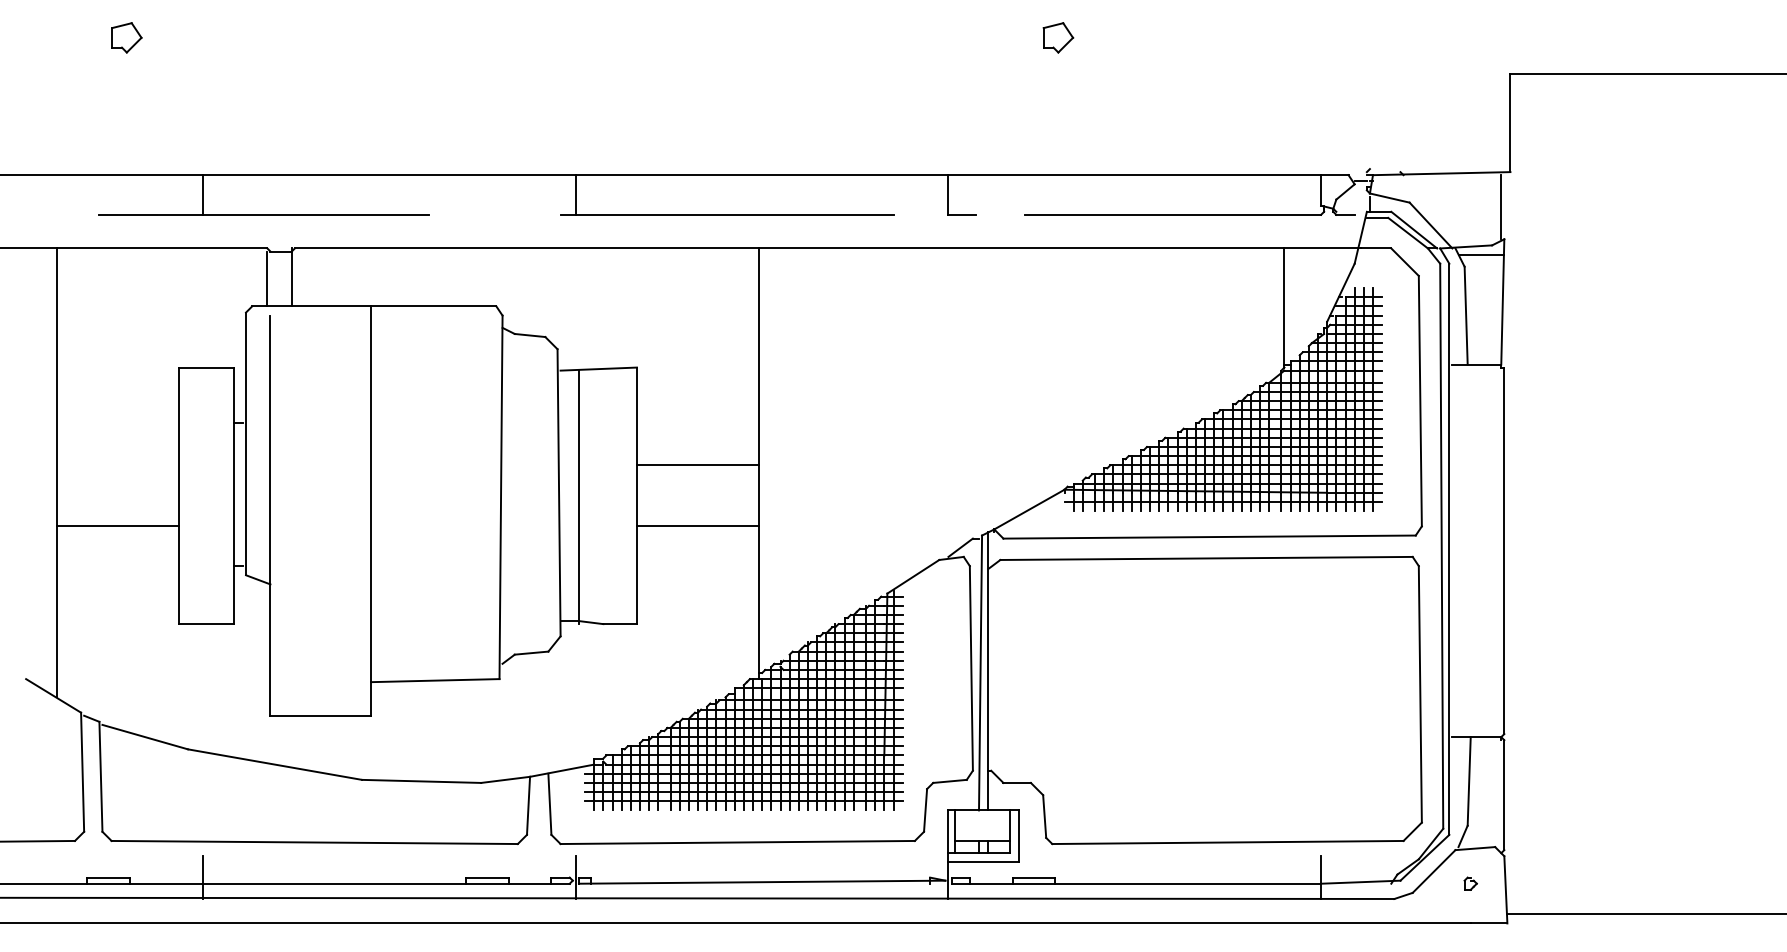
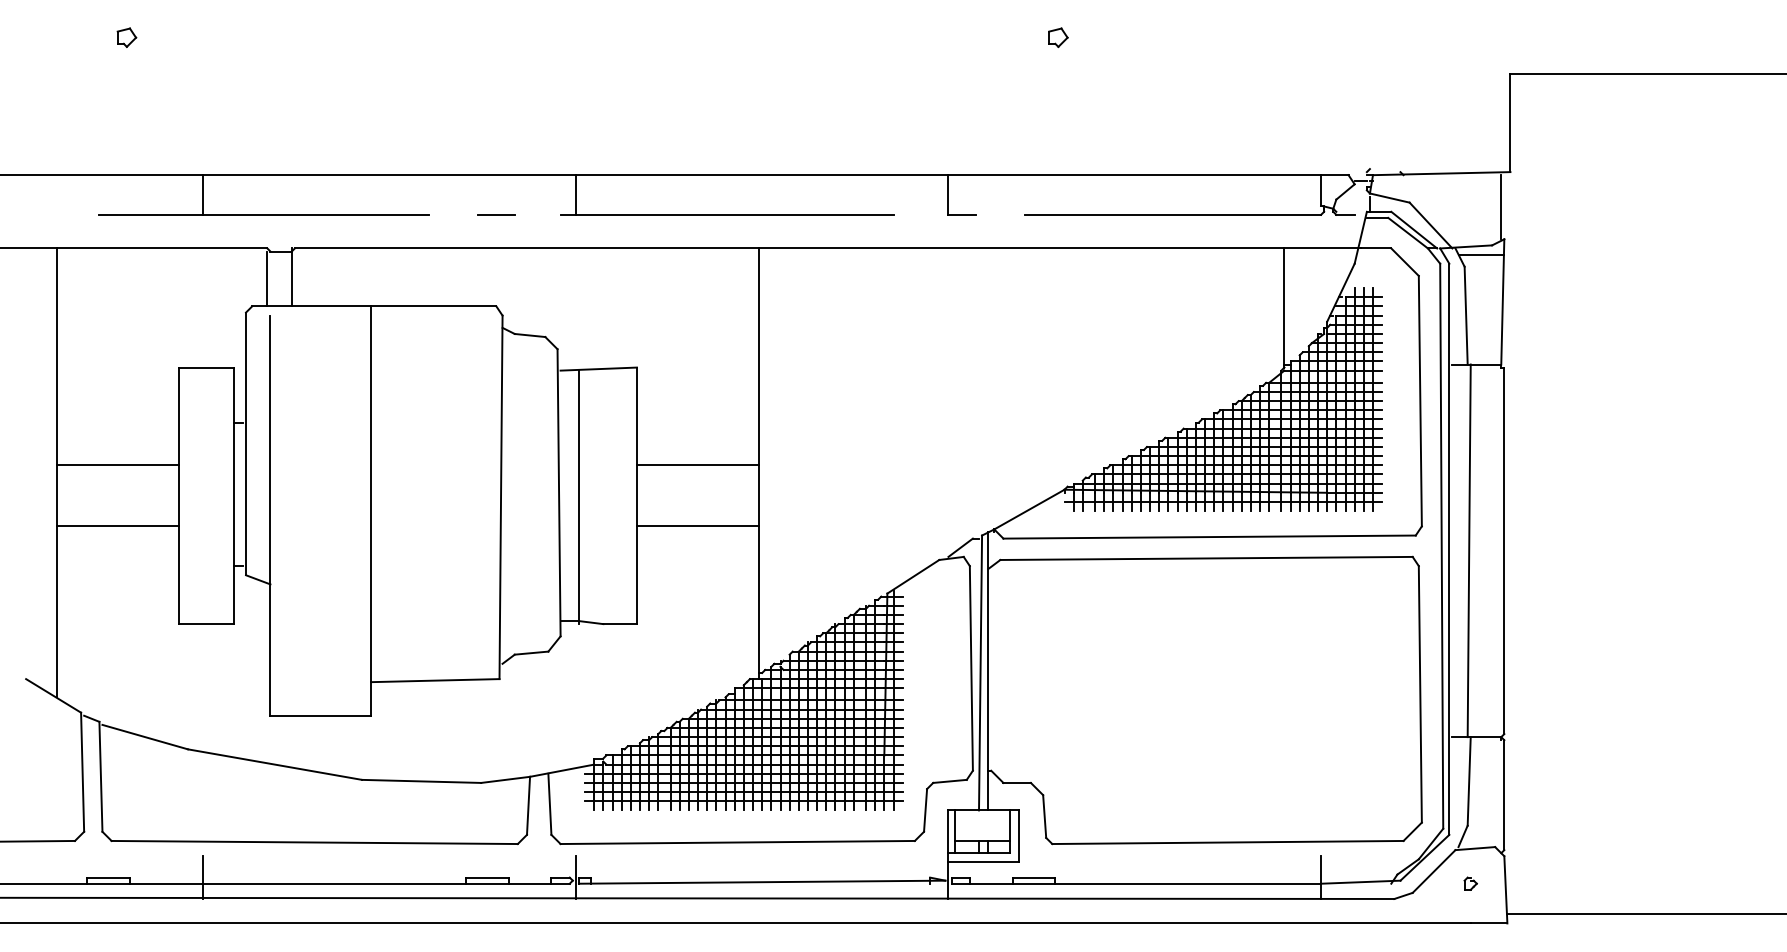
part at (126, 37) size: 32x32 px -> 22x21 px
part at (1058, 37) size: 33x32 px -> 21x21 px
line at (496, 214): none -> present
line at (117, 465): none -> present
line at (1468, 550): none -> present
